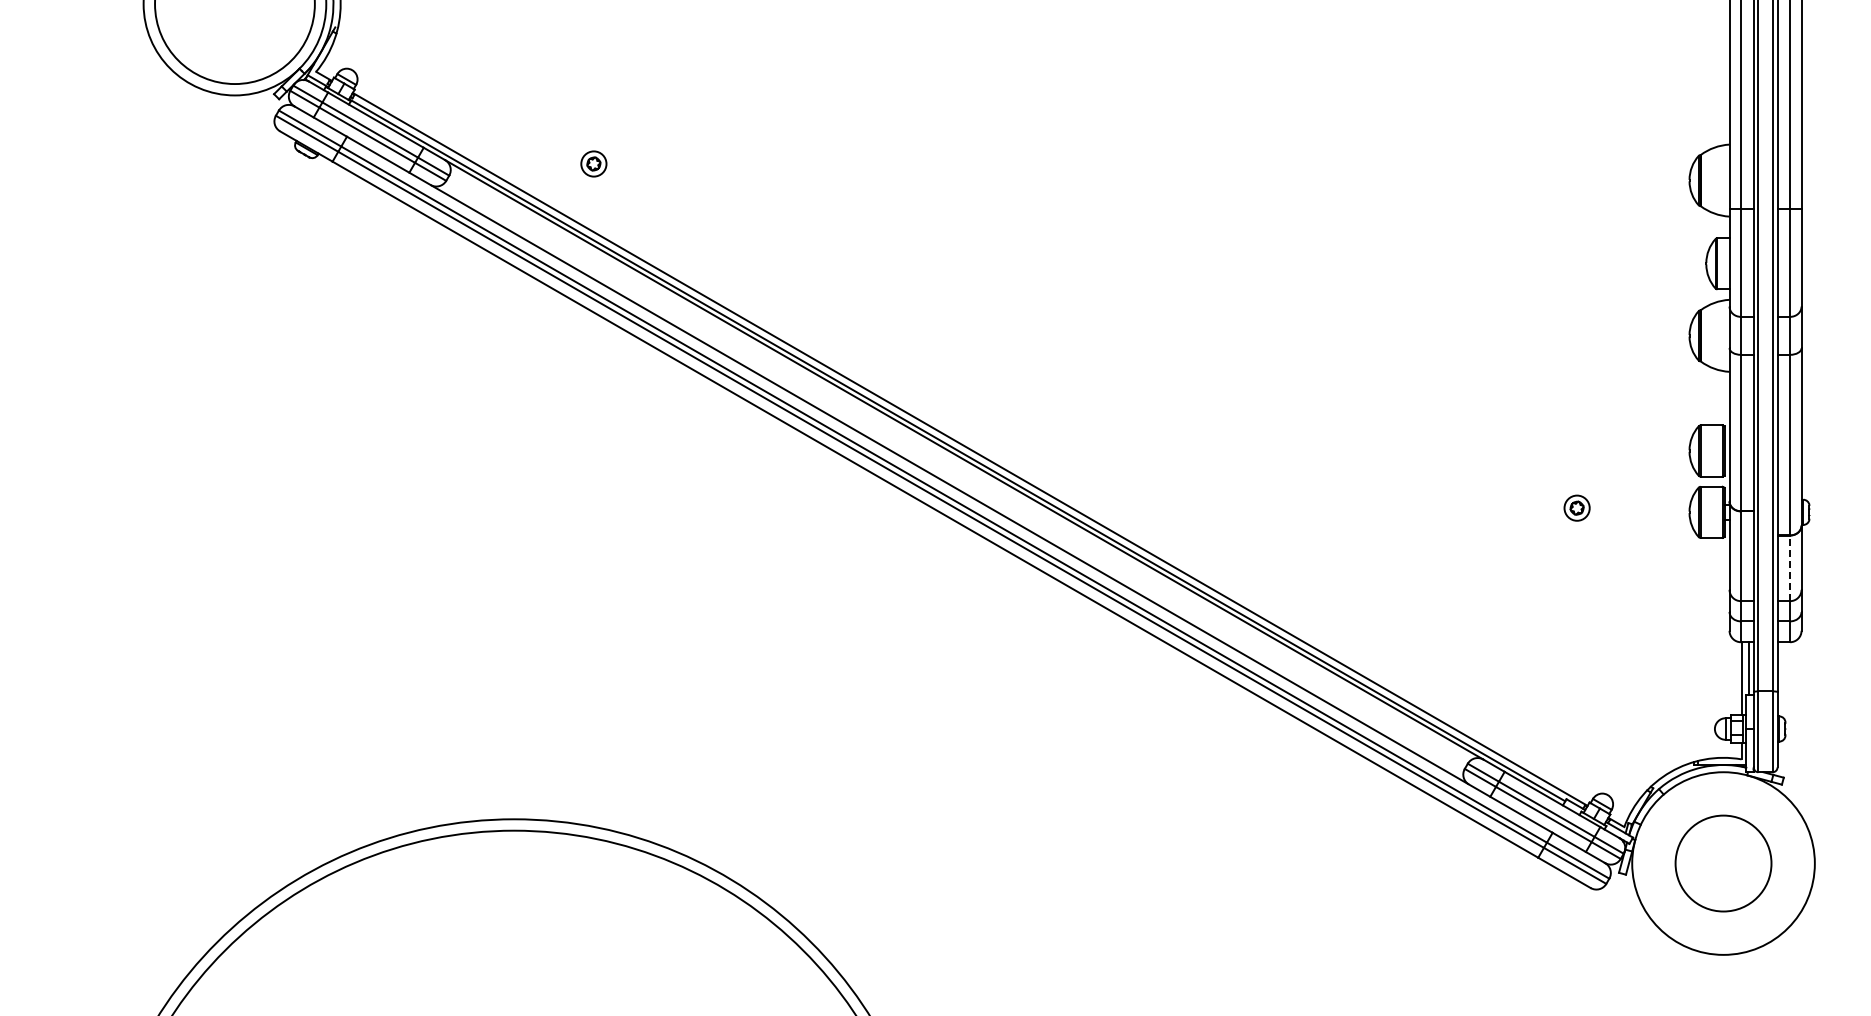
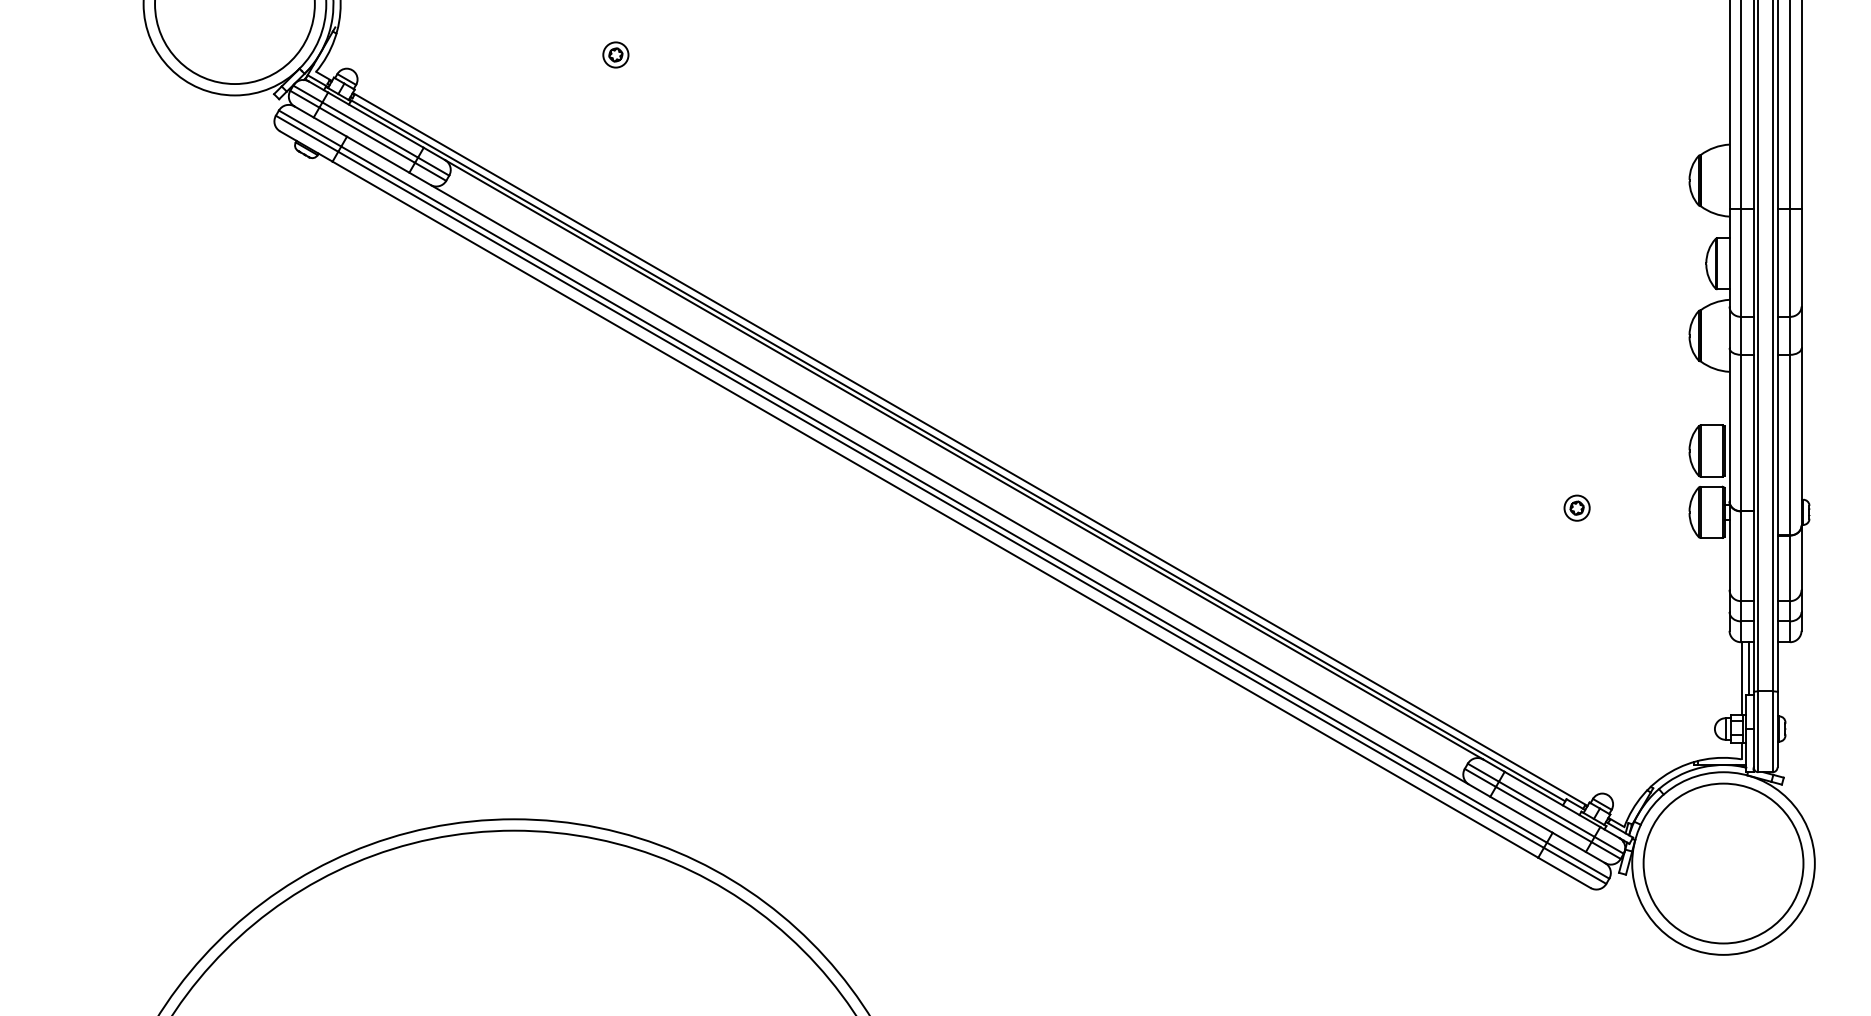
part at (593, 163) position: (593, 163) -> (615, 54)
line at (1790, 568): dashed -> solid
circle at (1723, 863) diameter: 96 px -> 160 px
